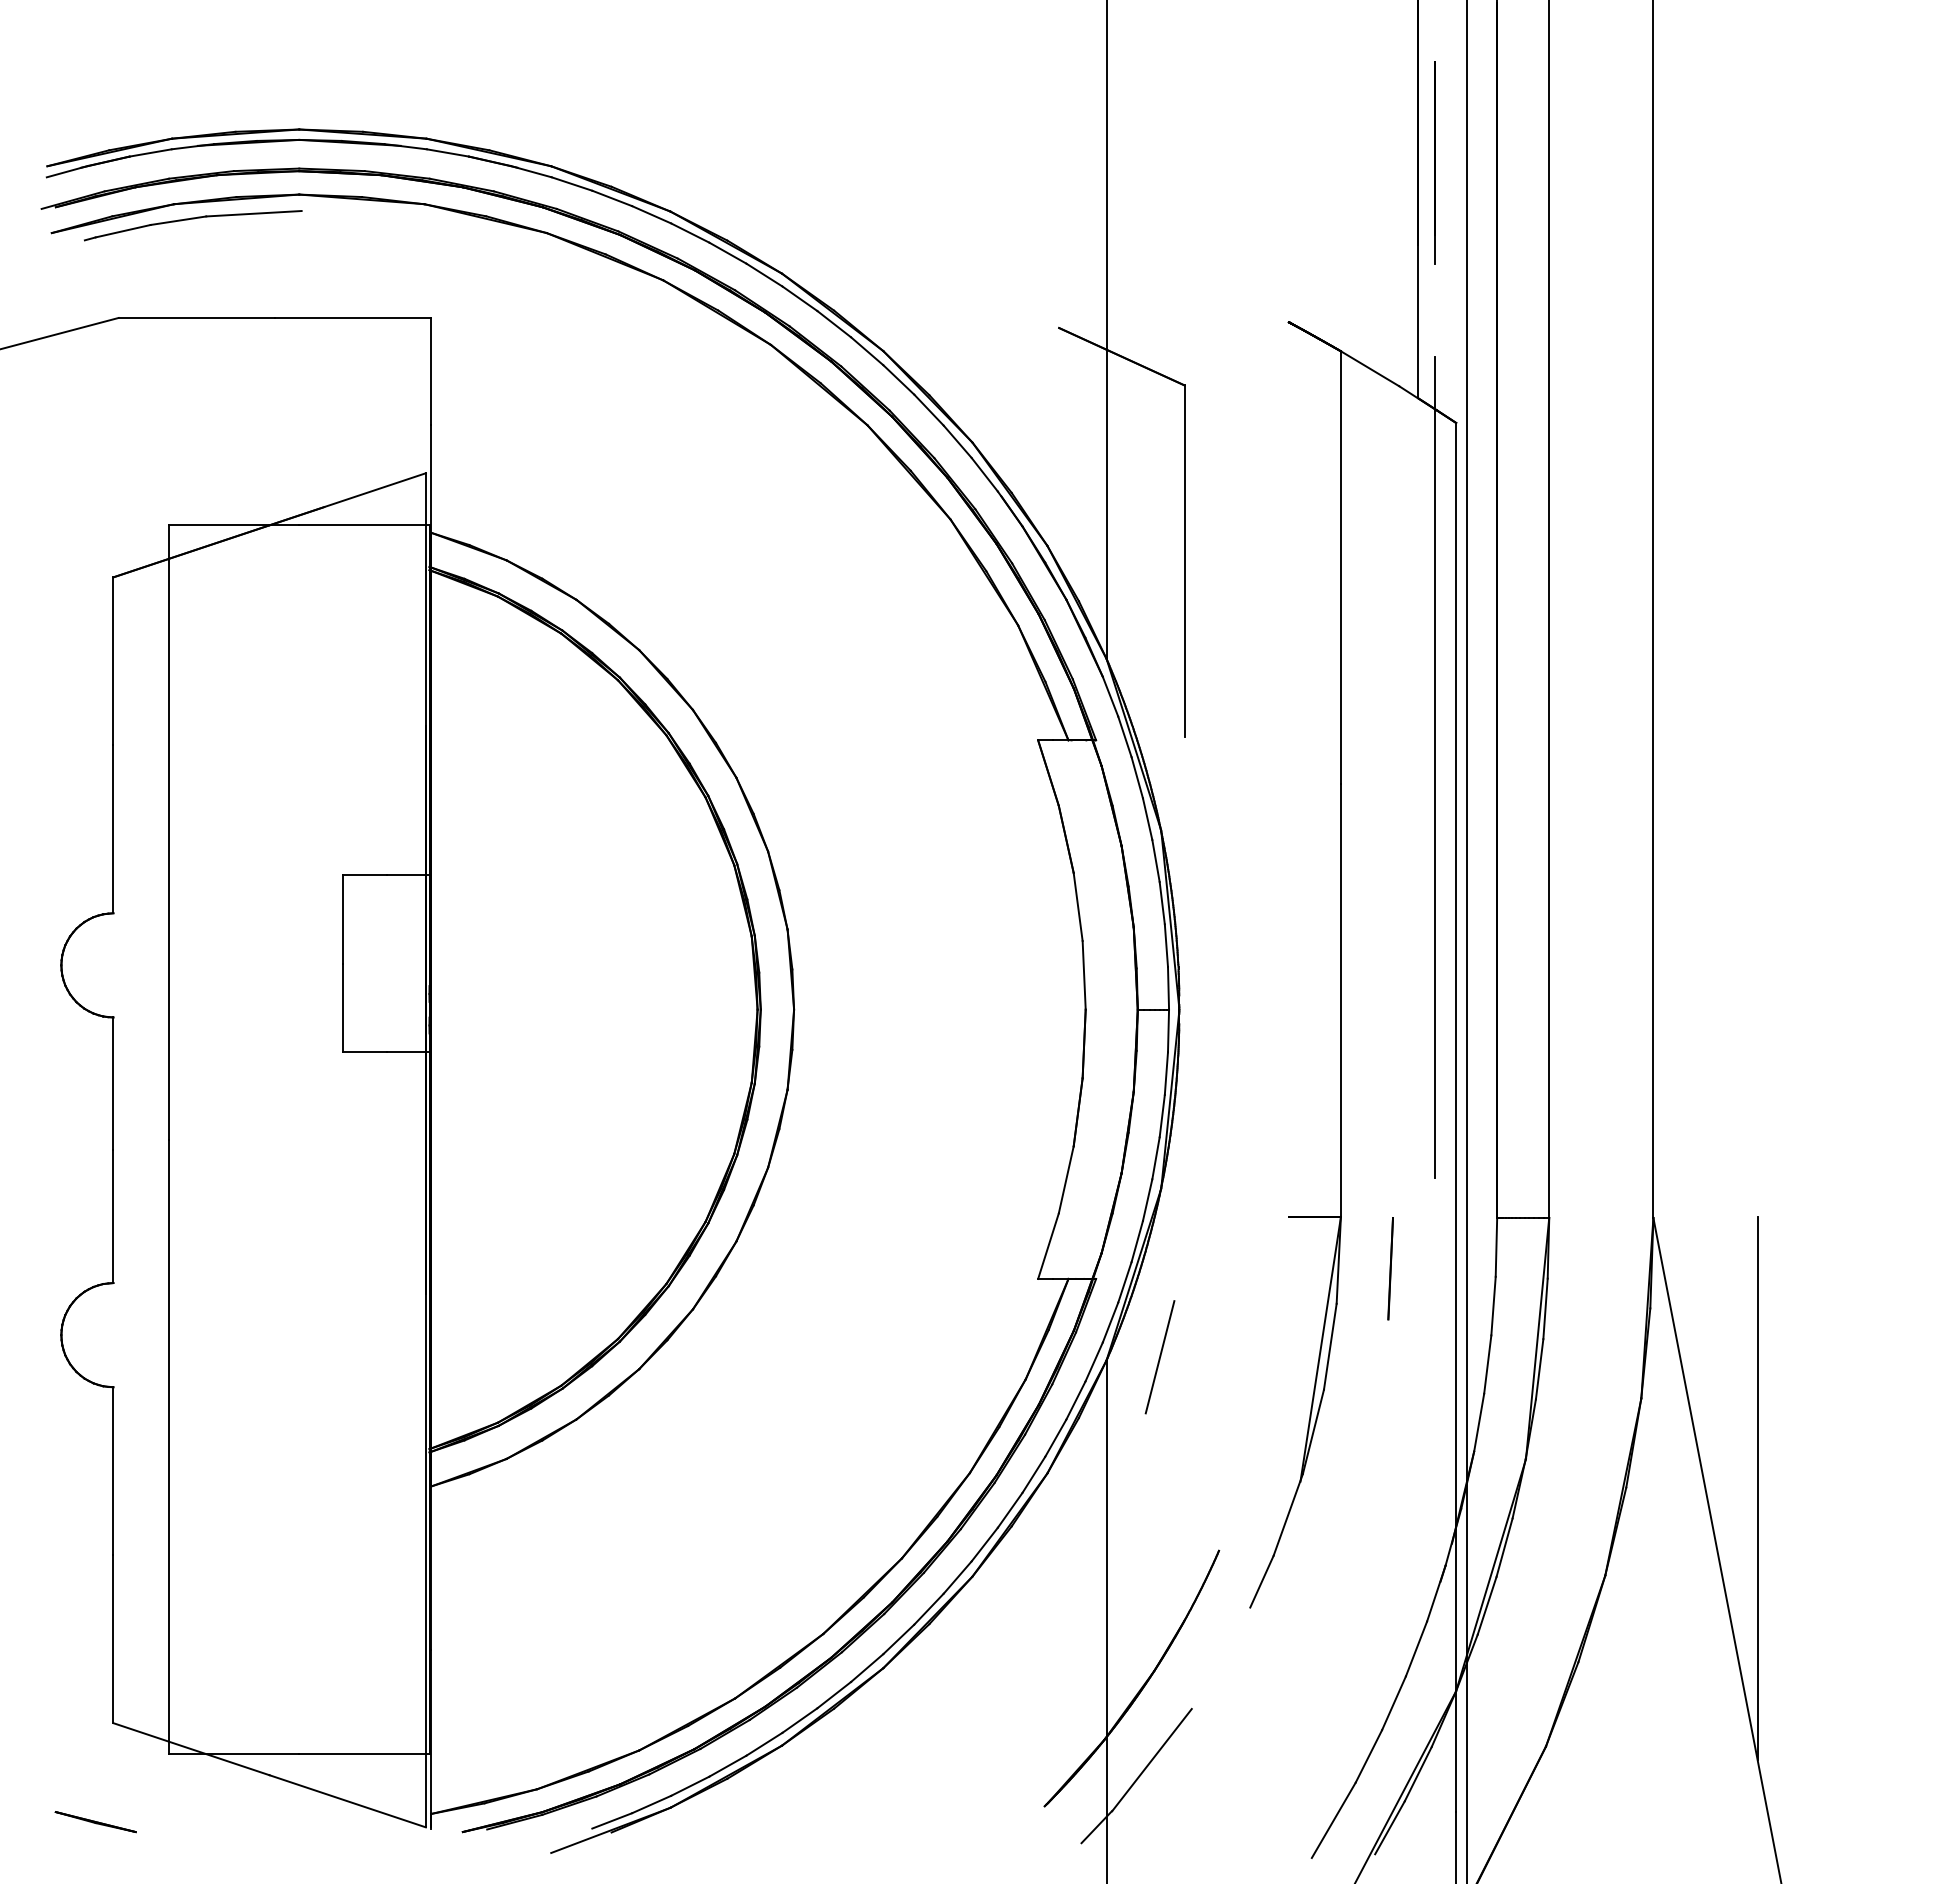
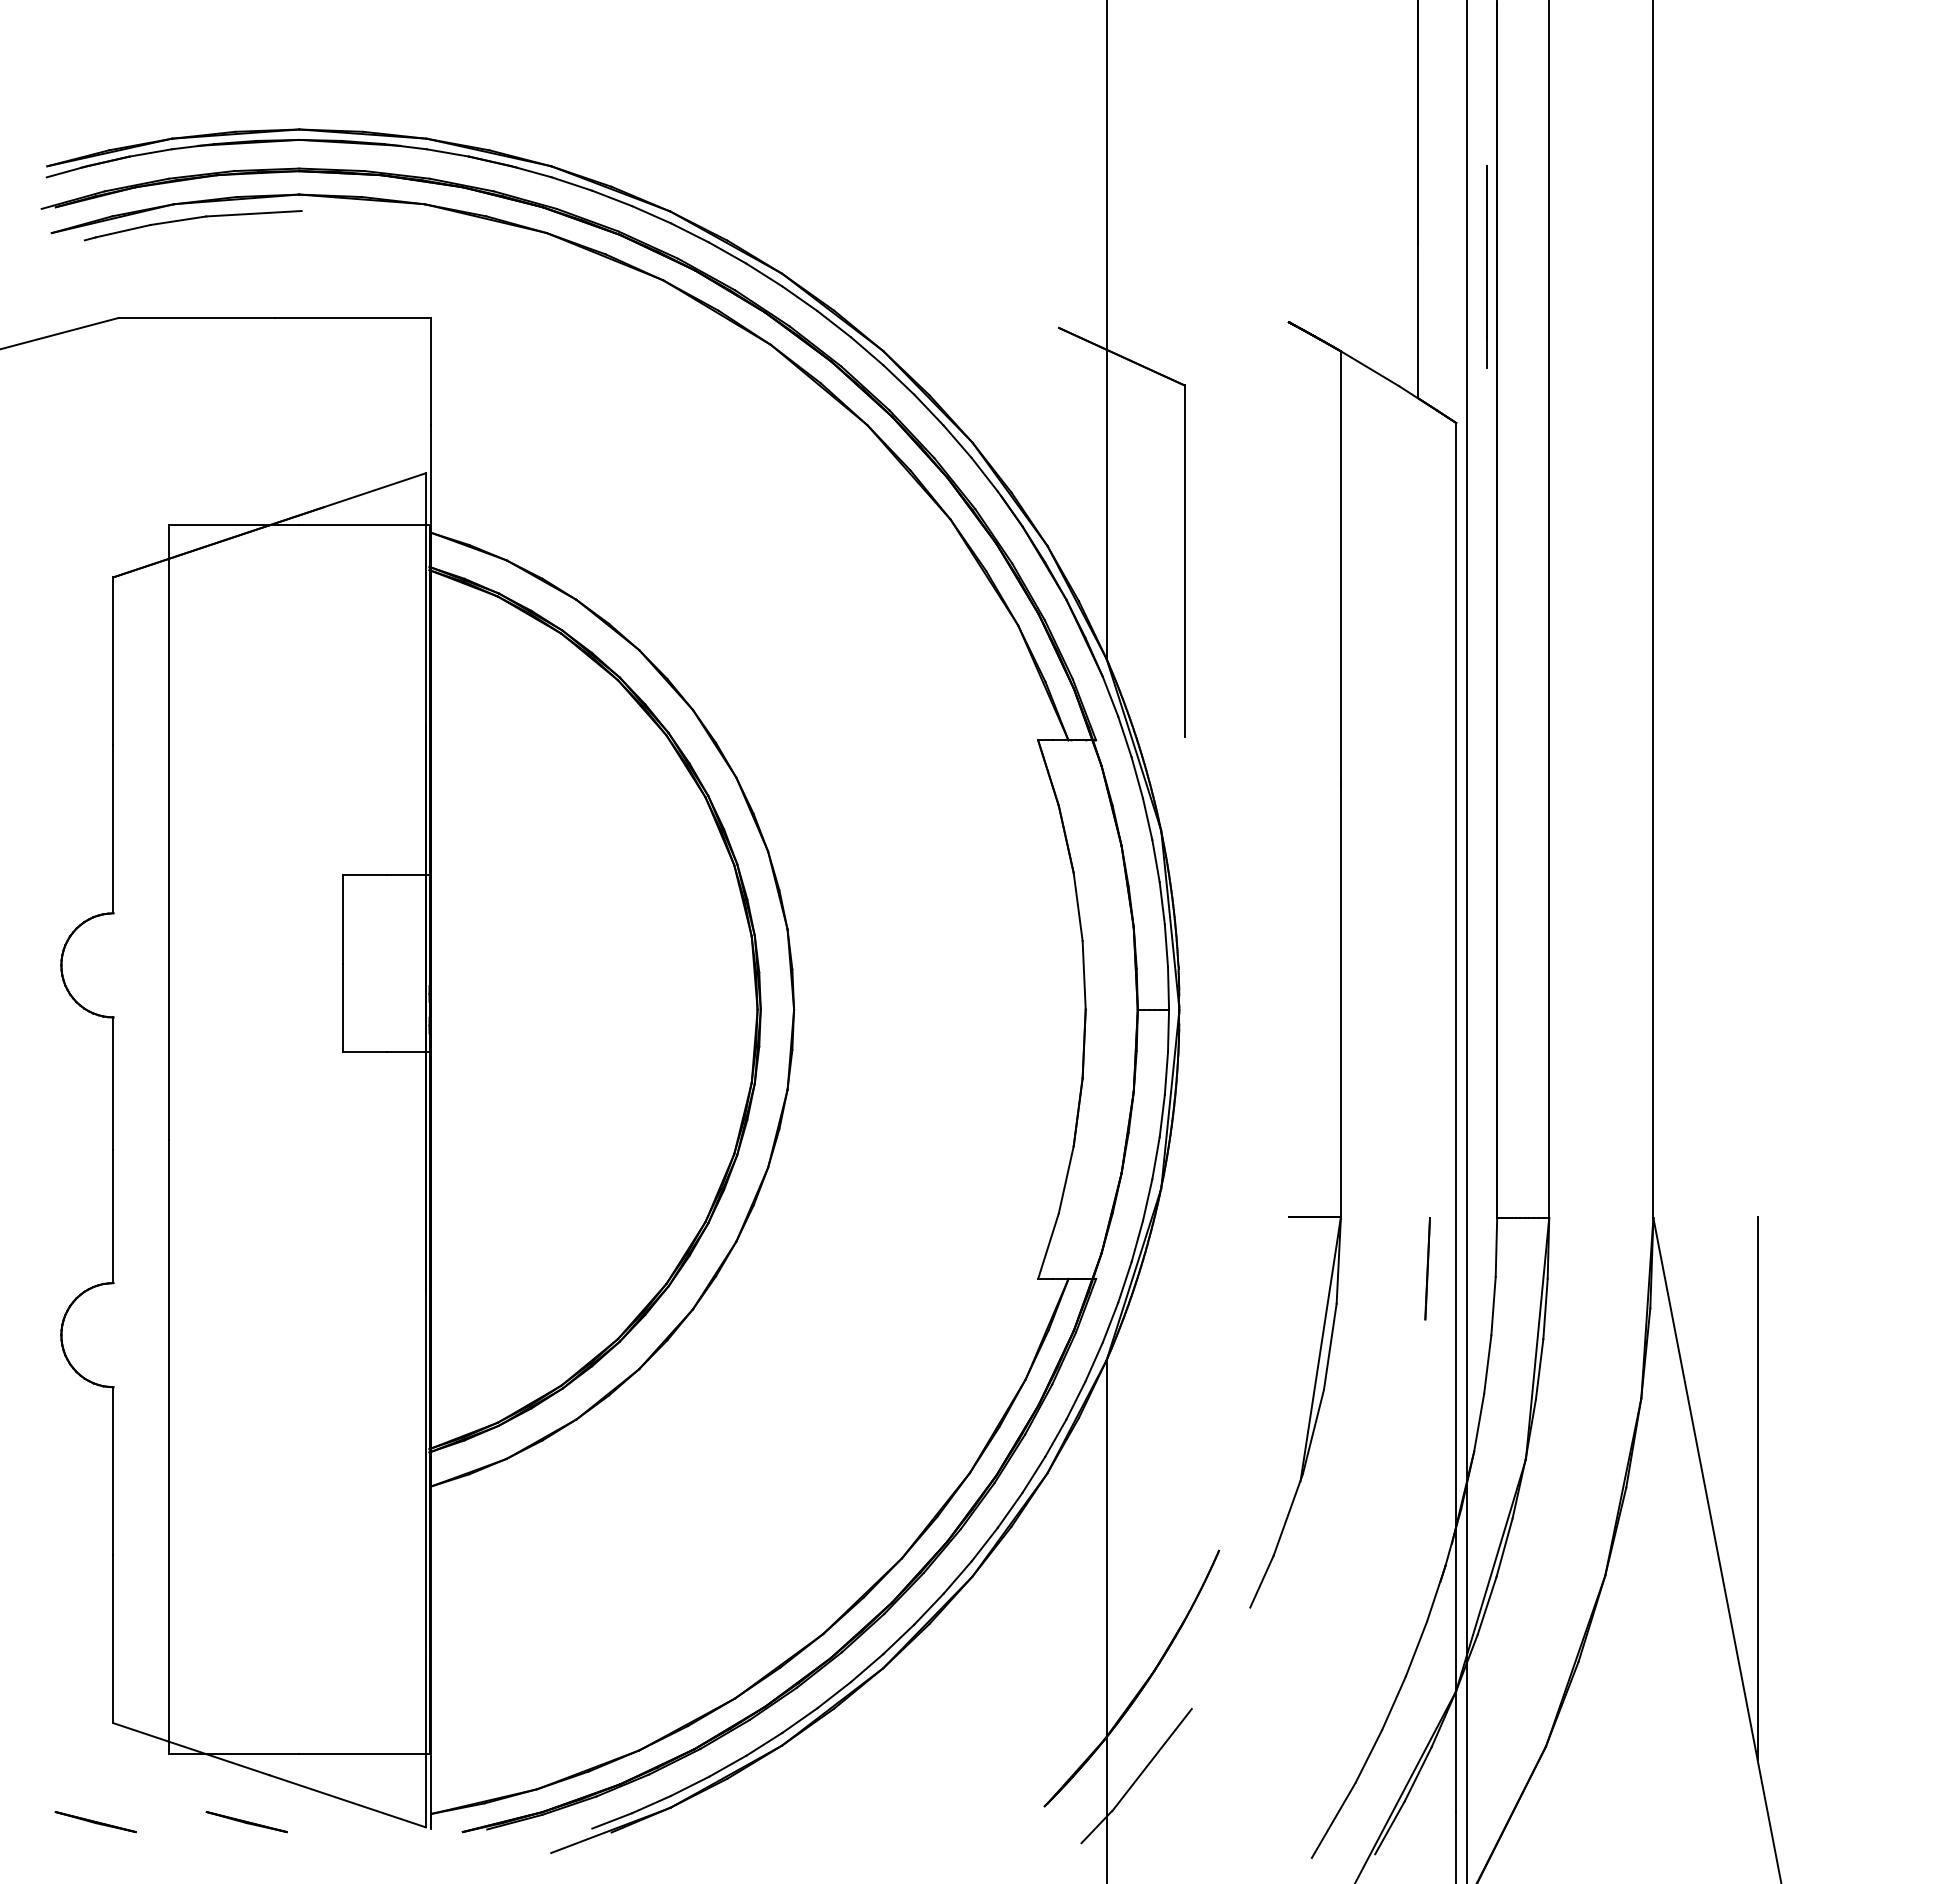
line at (1434, 162) position: (1434, 162) -> (1486, 266)
line at (1434, 767): present -> none
line at (1390, 1268) position: (1390, 1268) -> (1427, 1268)
line at (1159, 1357): present -> none
line at (246, 1822): none -> present
